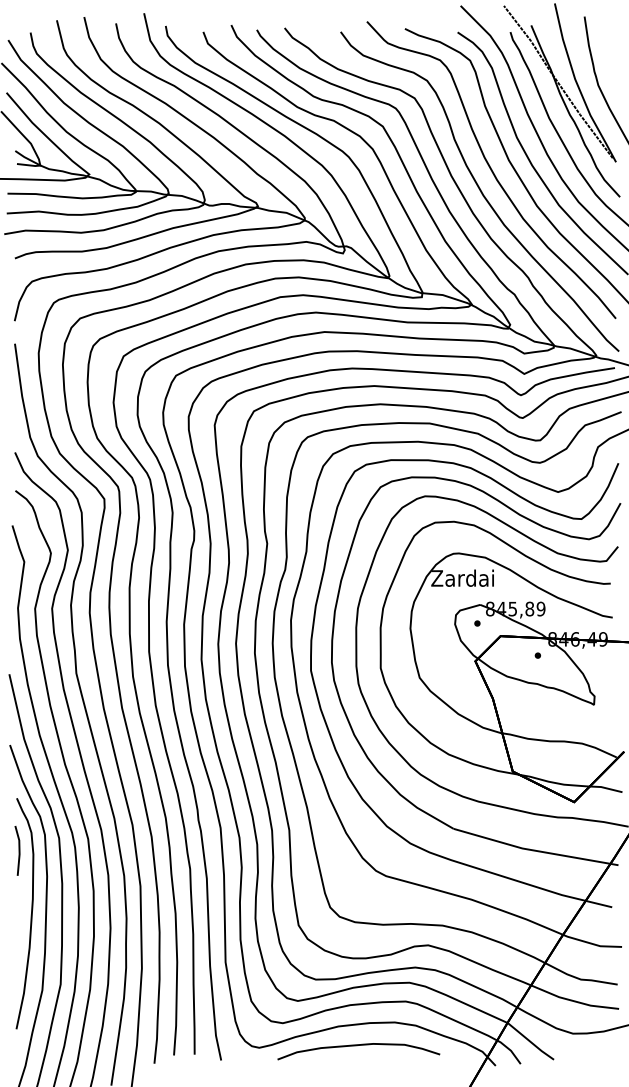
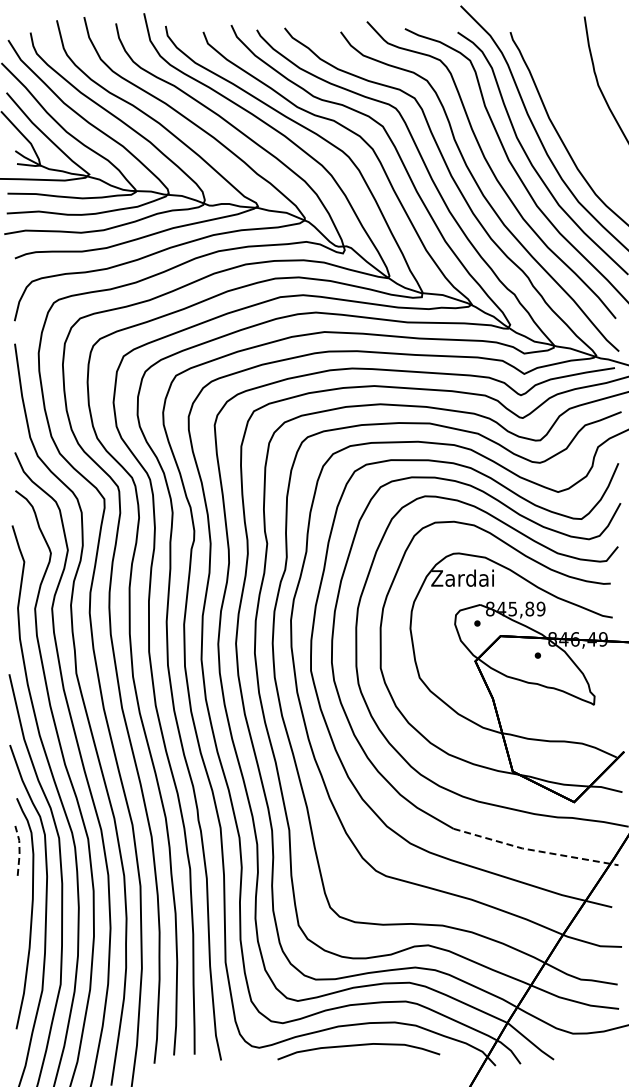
part at (561, 100): present -> none
line at (19, 850): solid -> dashed
line at (535, 850): solid -> dashed
